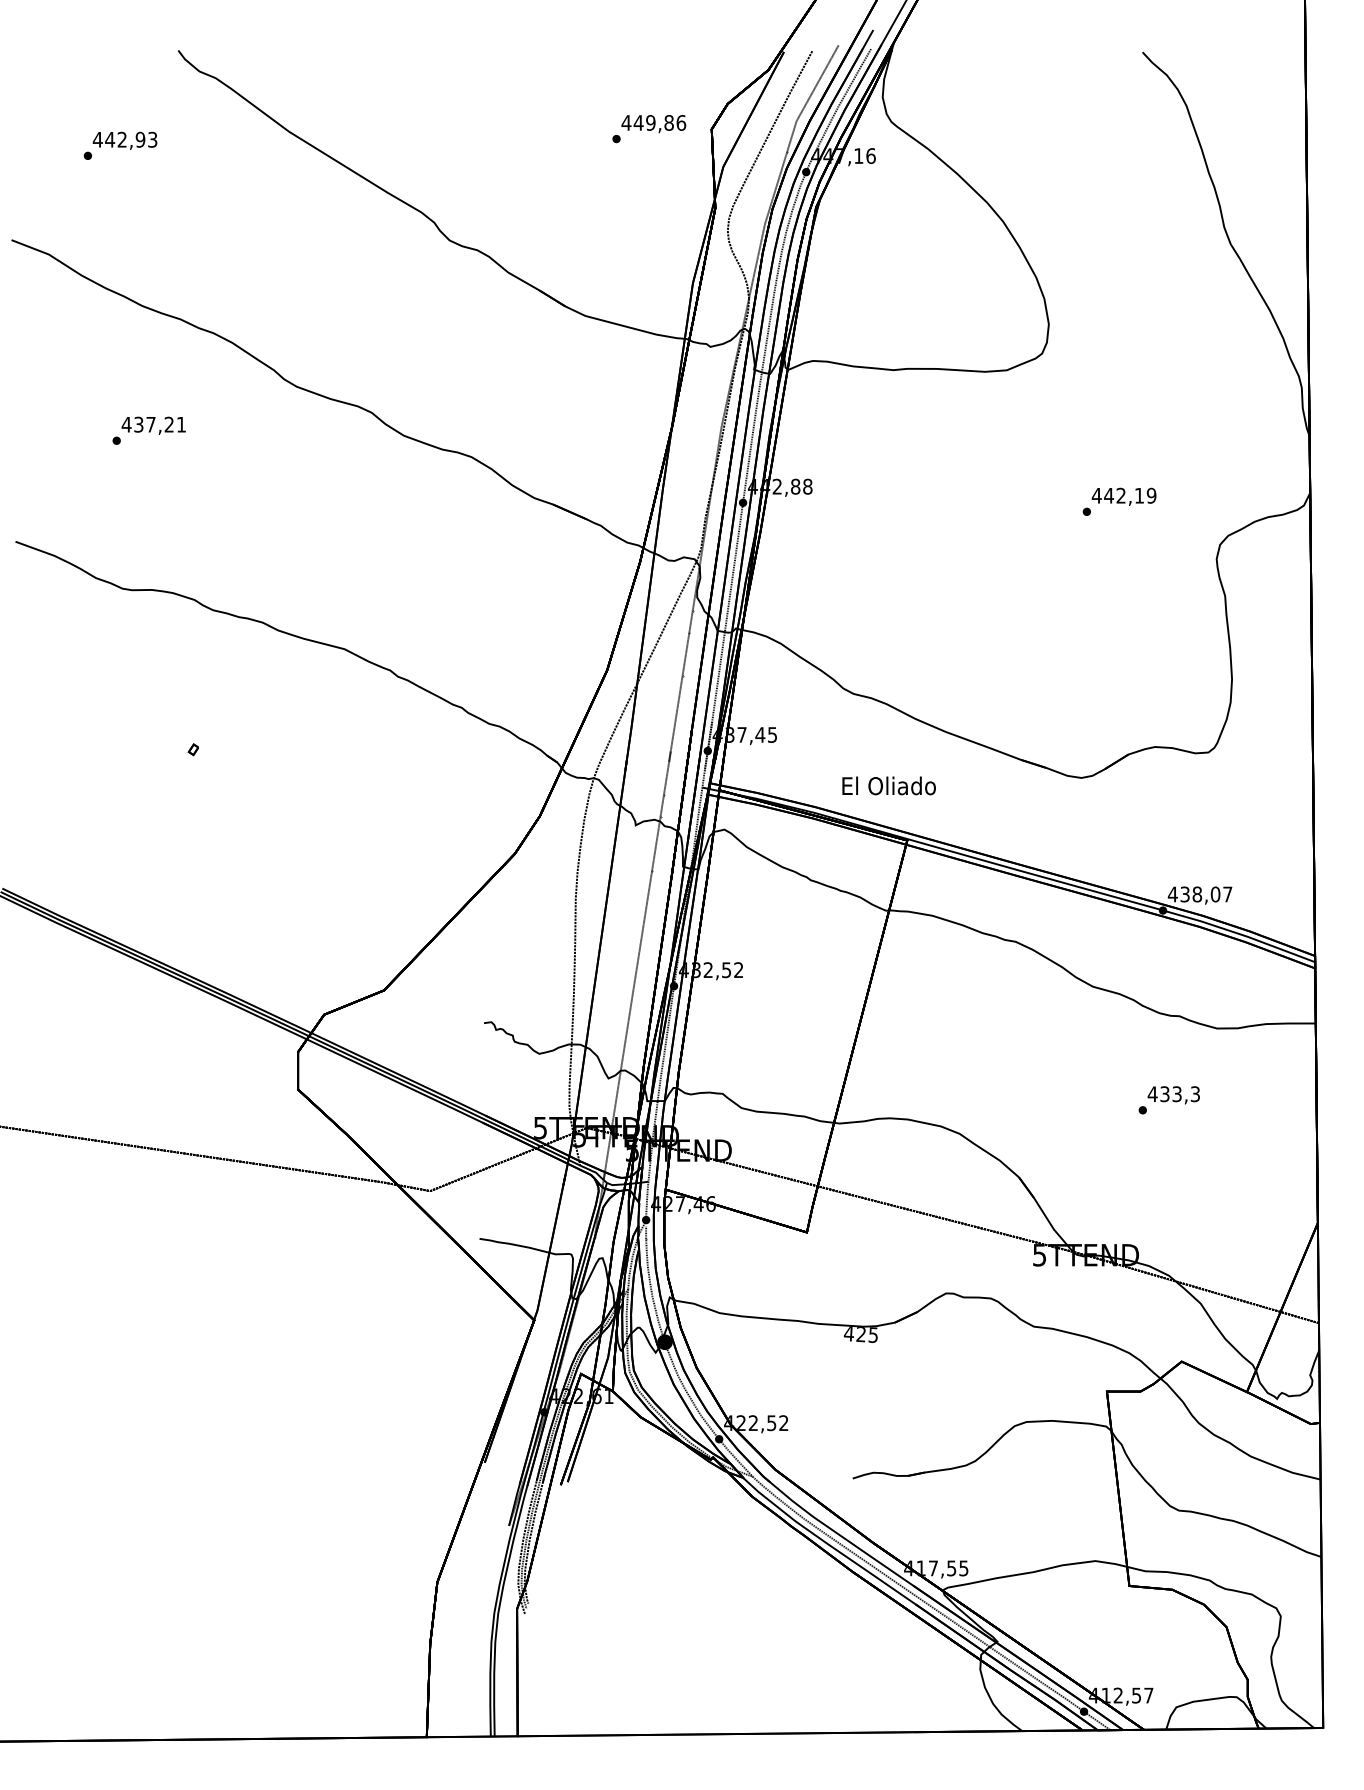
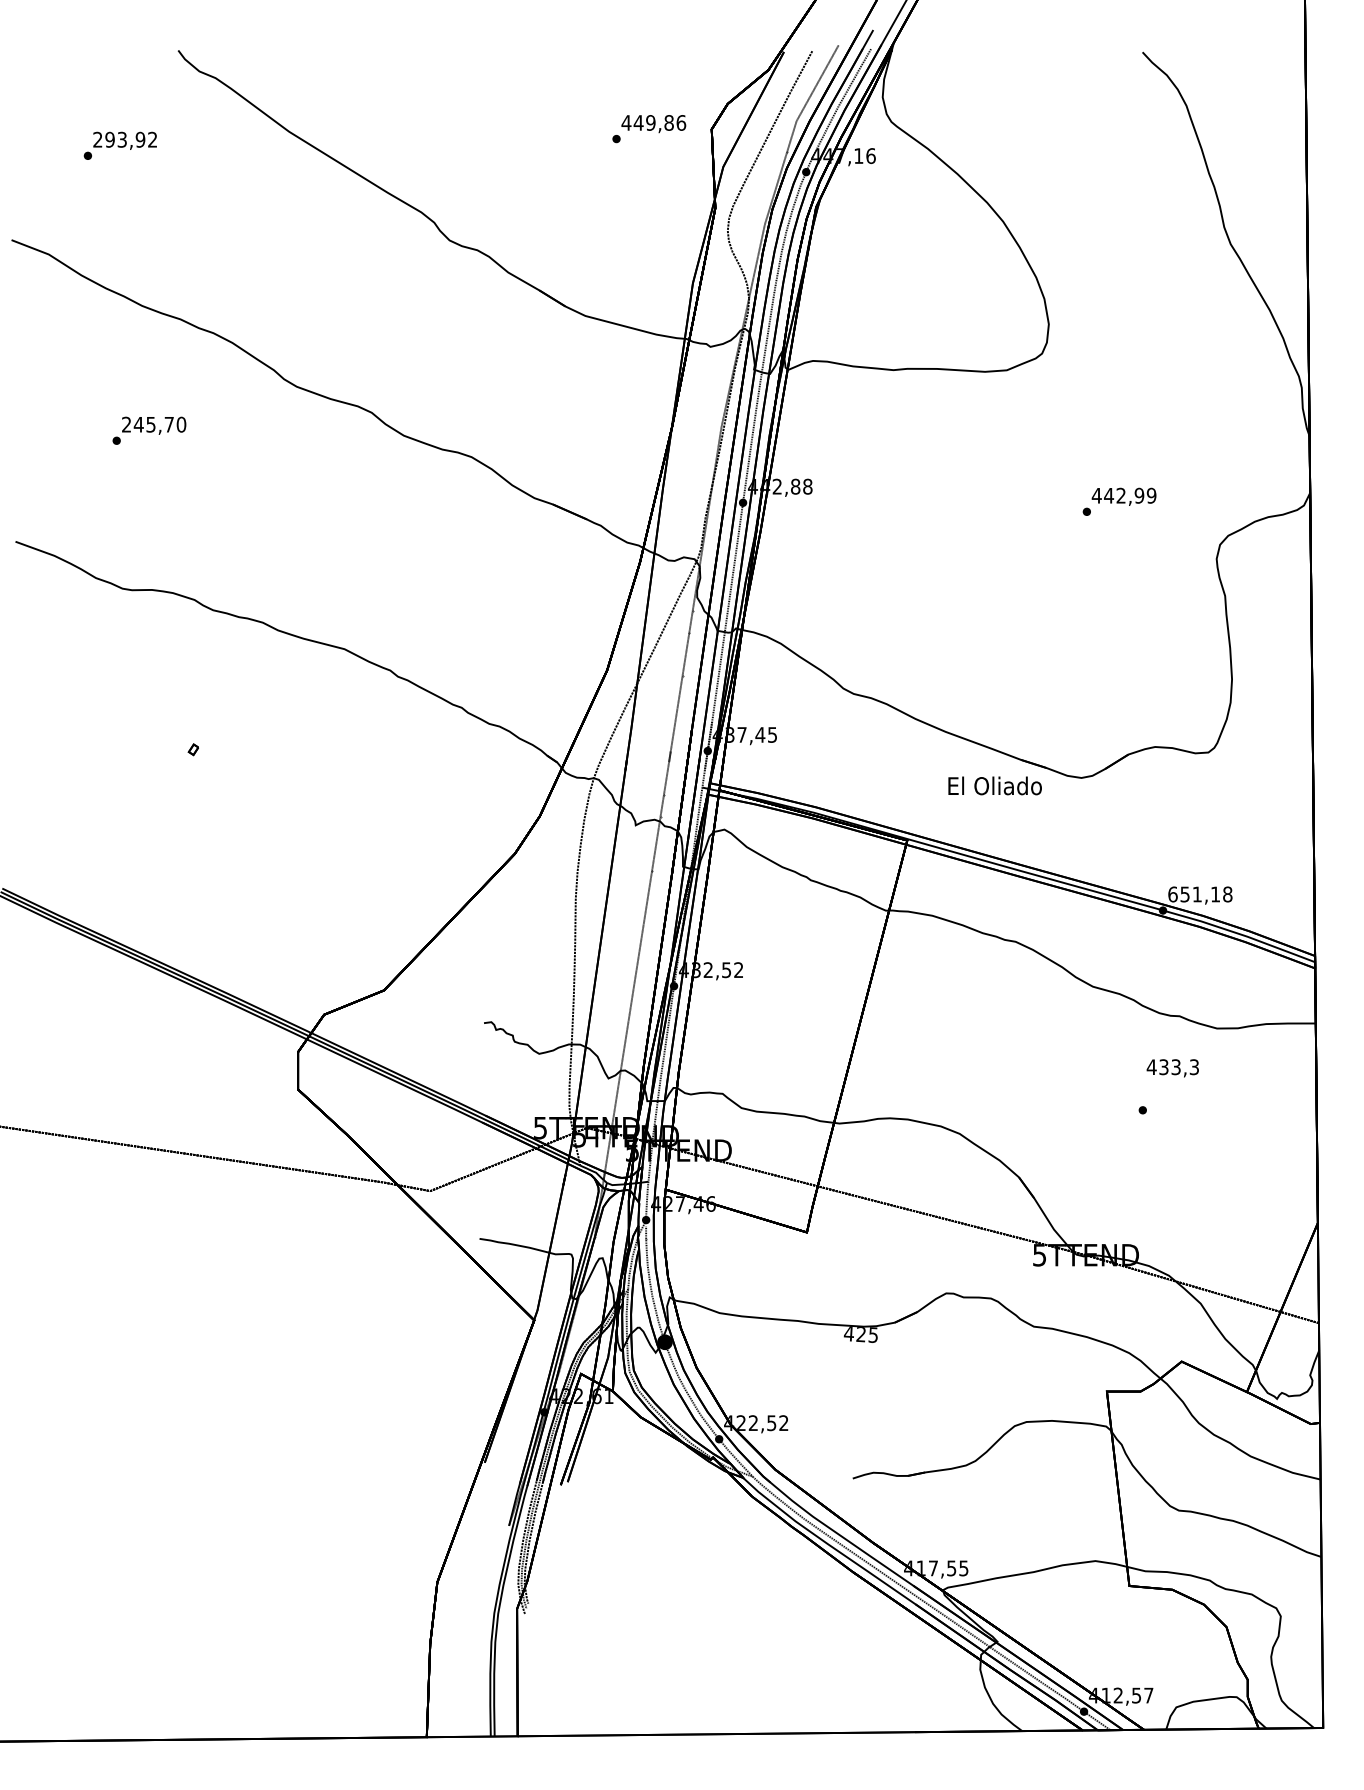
text at (124, 139): 442,93 -> 293,92
text at (153, 424): 437,21 -> 245,70
text at (1139, 495): 442,19 -> 442,99
text at (888, 785) position: (888, 785) -> (994, 785)
text at (1199, 894): 438,07 -> 651,18
text at (1173, 1095) position: (1173, 1095) -> (1172, 1068)
